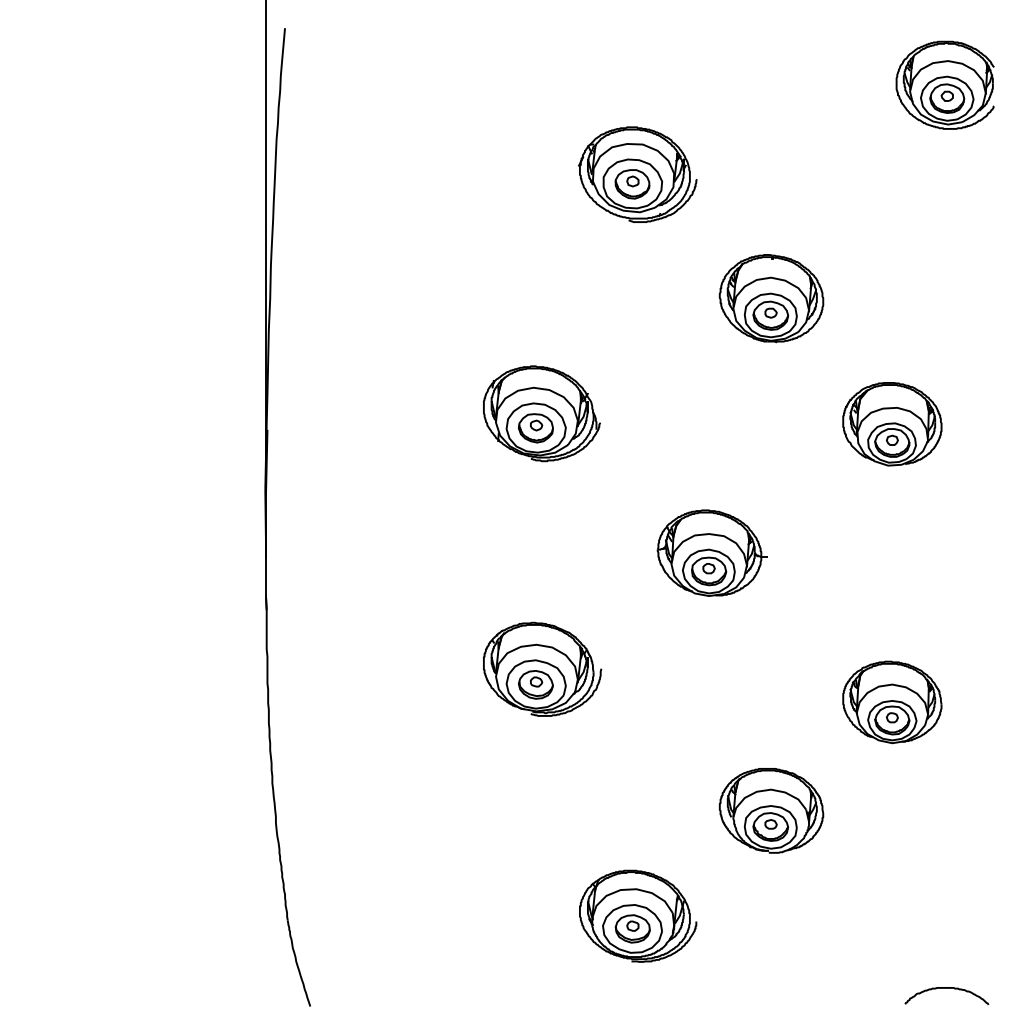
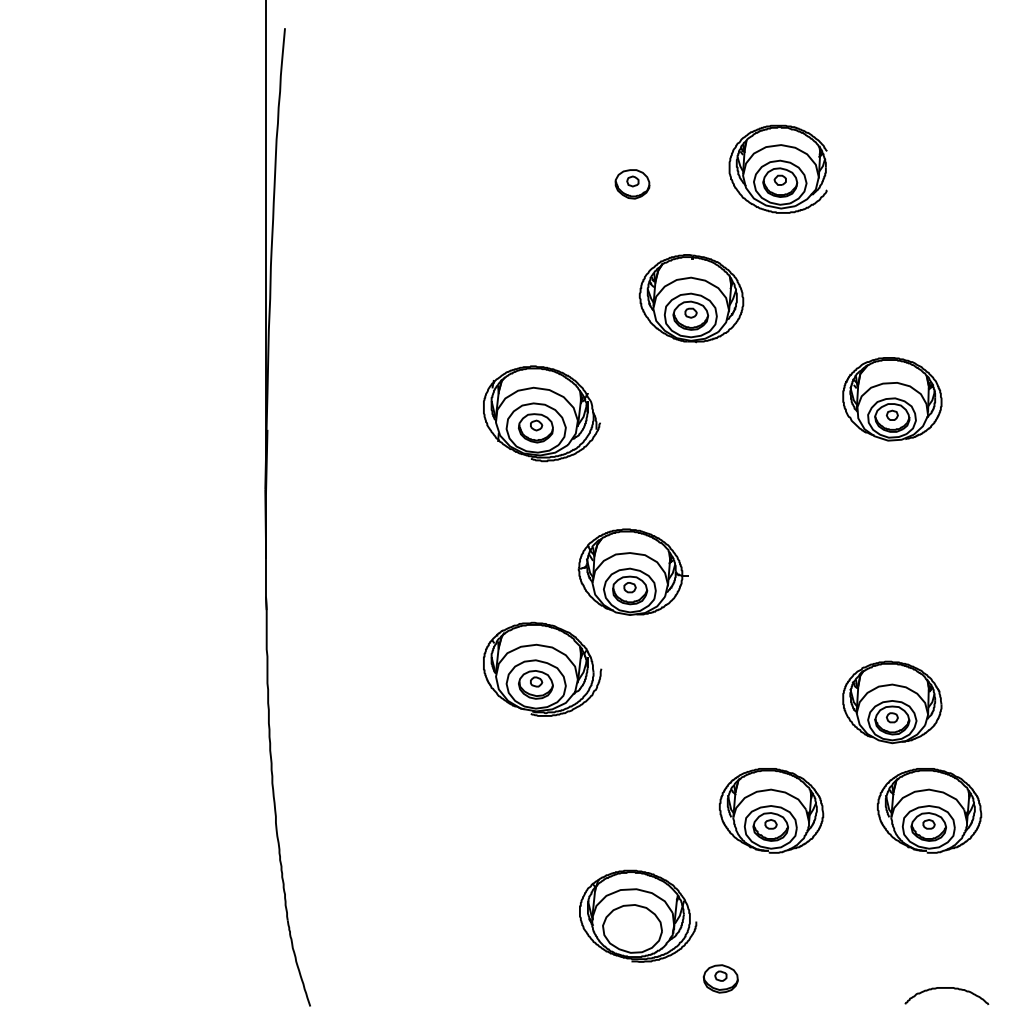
part at (944, 84) position: (944, 84) -> (777, 168)
part at (637, 174): present -> none
part at (771, 298) position: (771, 298) -> (691, 298)
part at (892, 424) position: (892, 424) -> (892, 399)
part at (711, 552) position: (711, 552) -> (632, 571)
part at (929, 810): none -> present
part at (632, 928) position: (632, 928) -> (720, 978)
